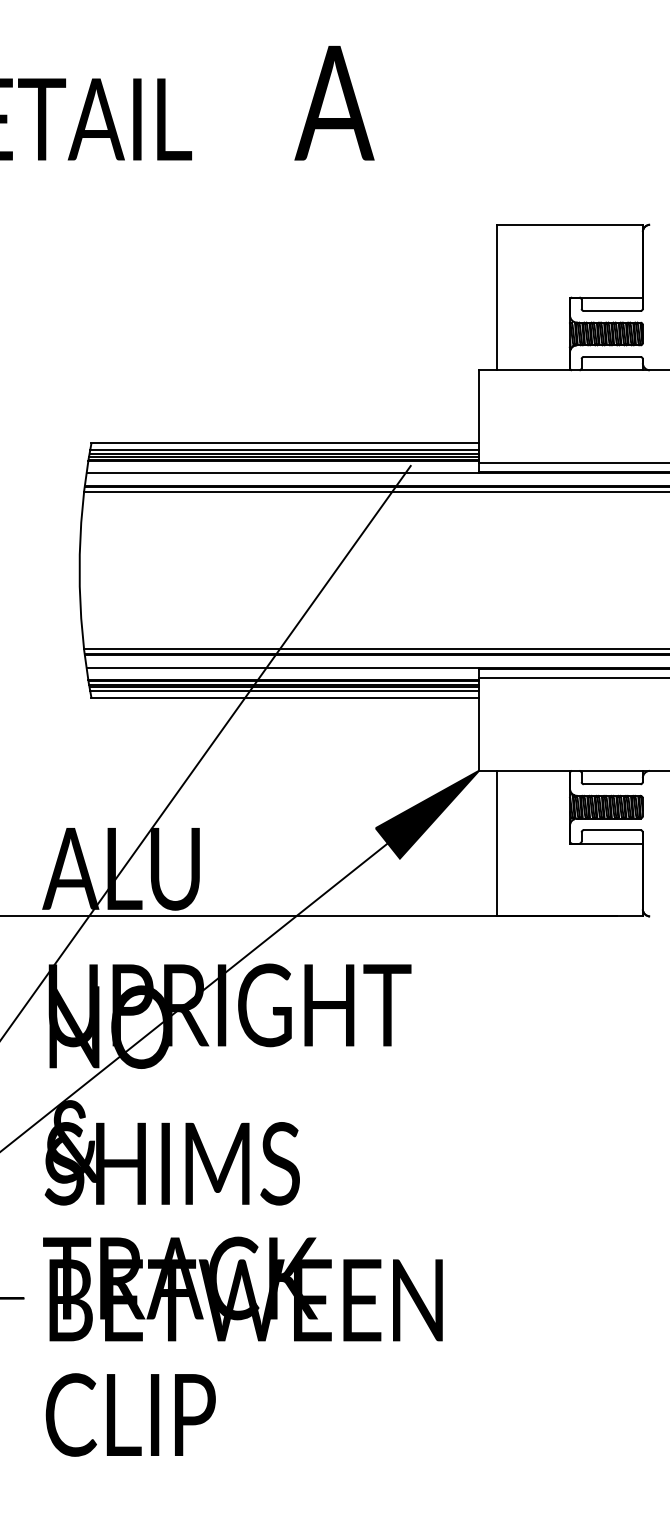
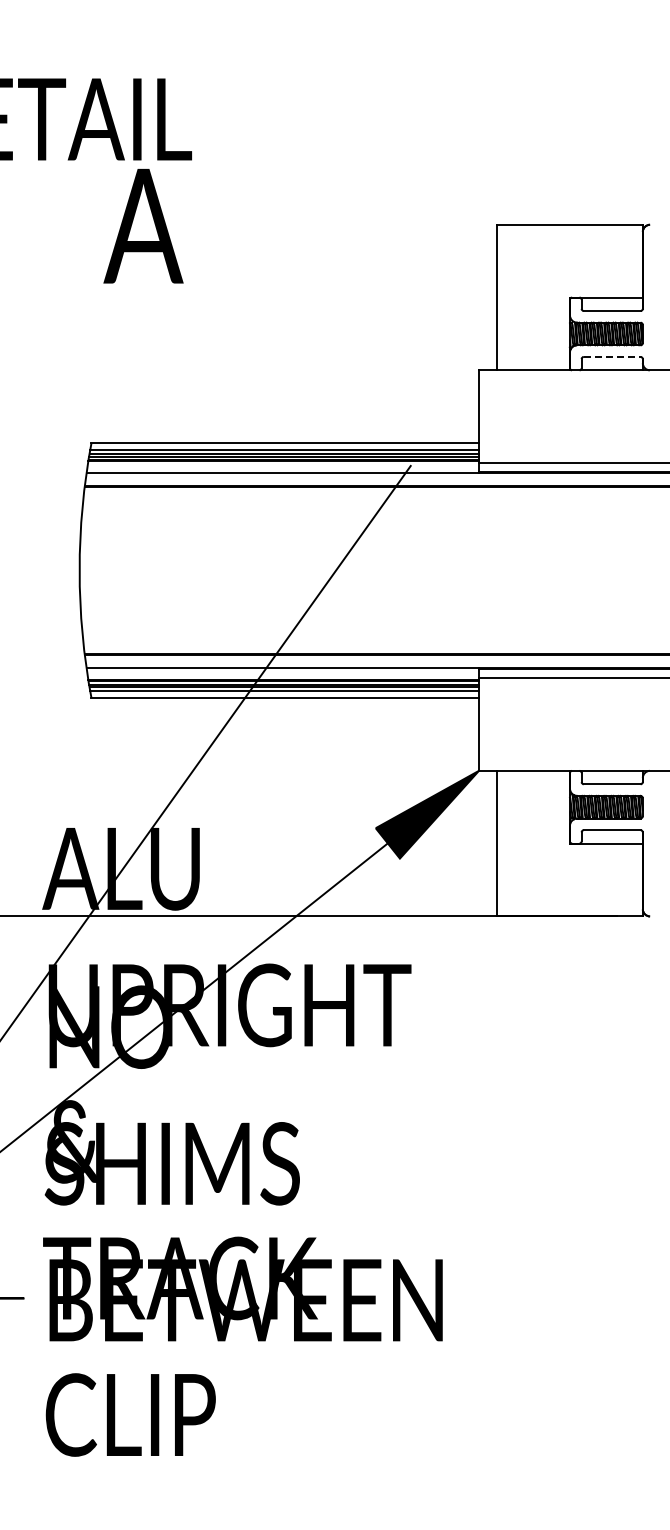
text at (334, 103) position: (334, 103) -> (143, 226)
line at (612, 356): solid -> dashed
line at (375, 492): present -> none
line at (375, 648): present -> none
